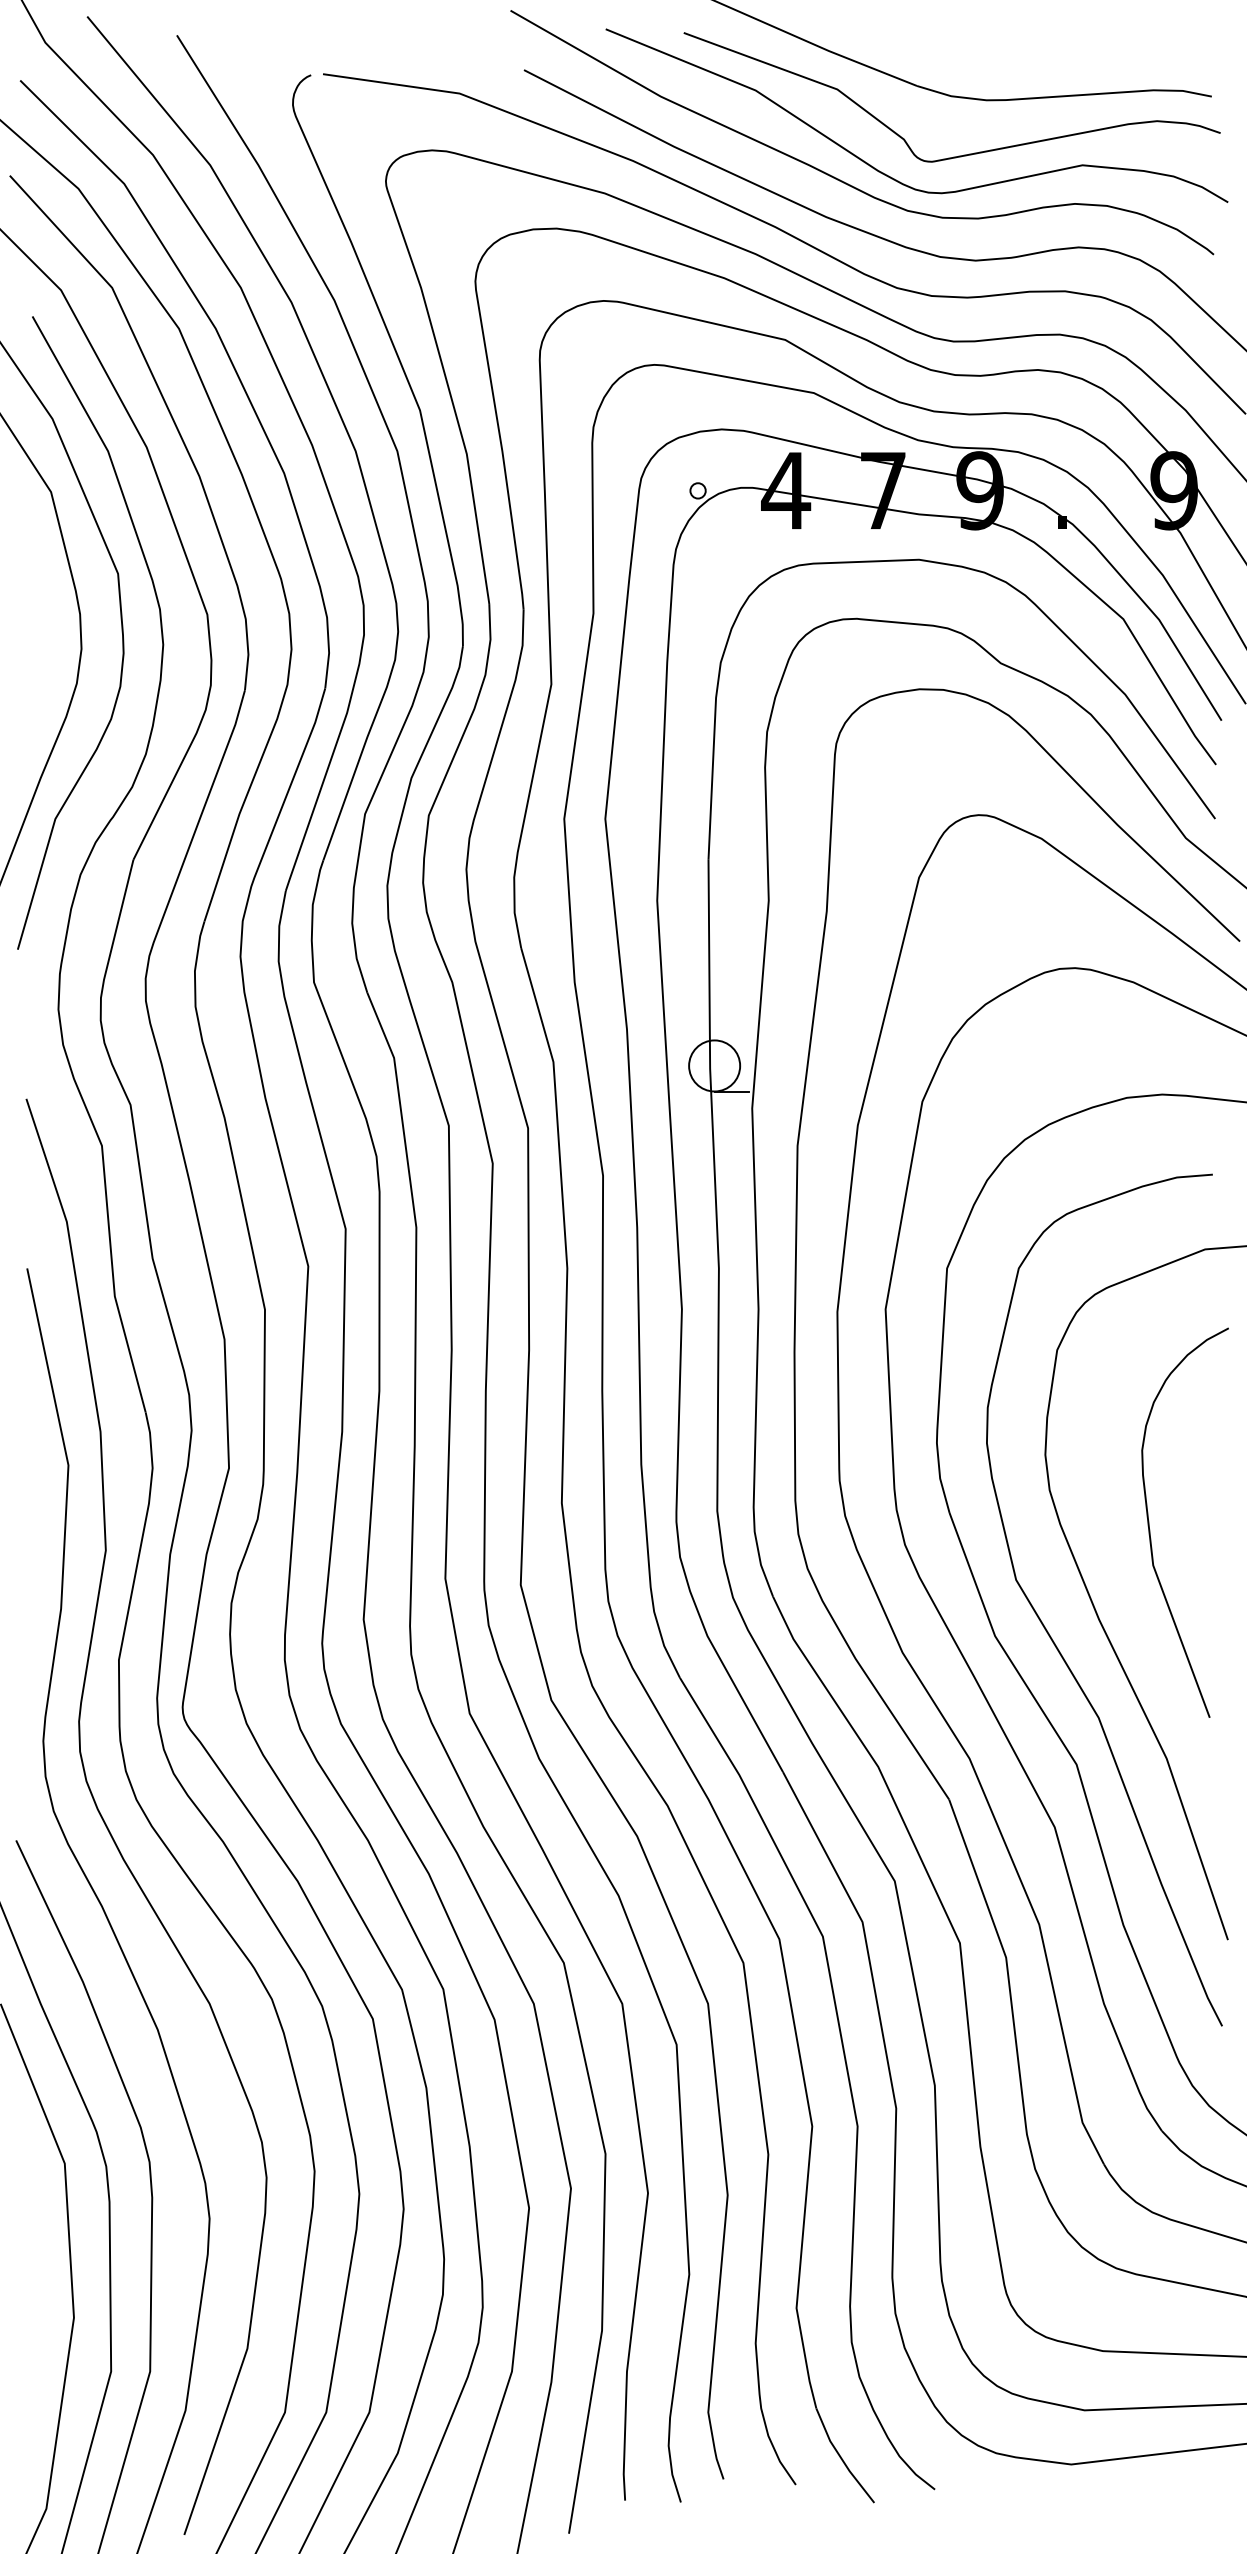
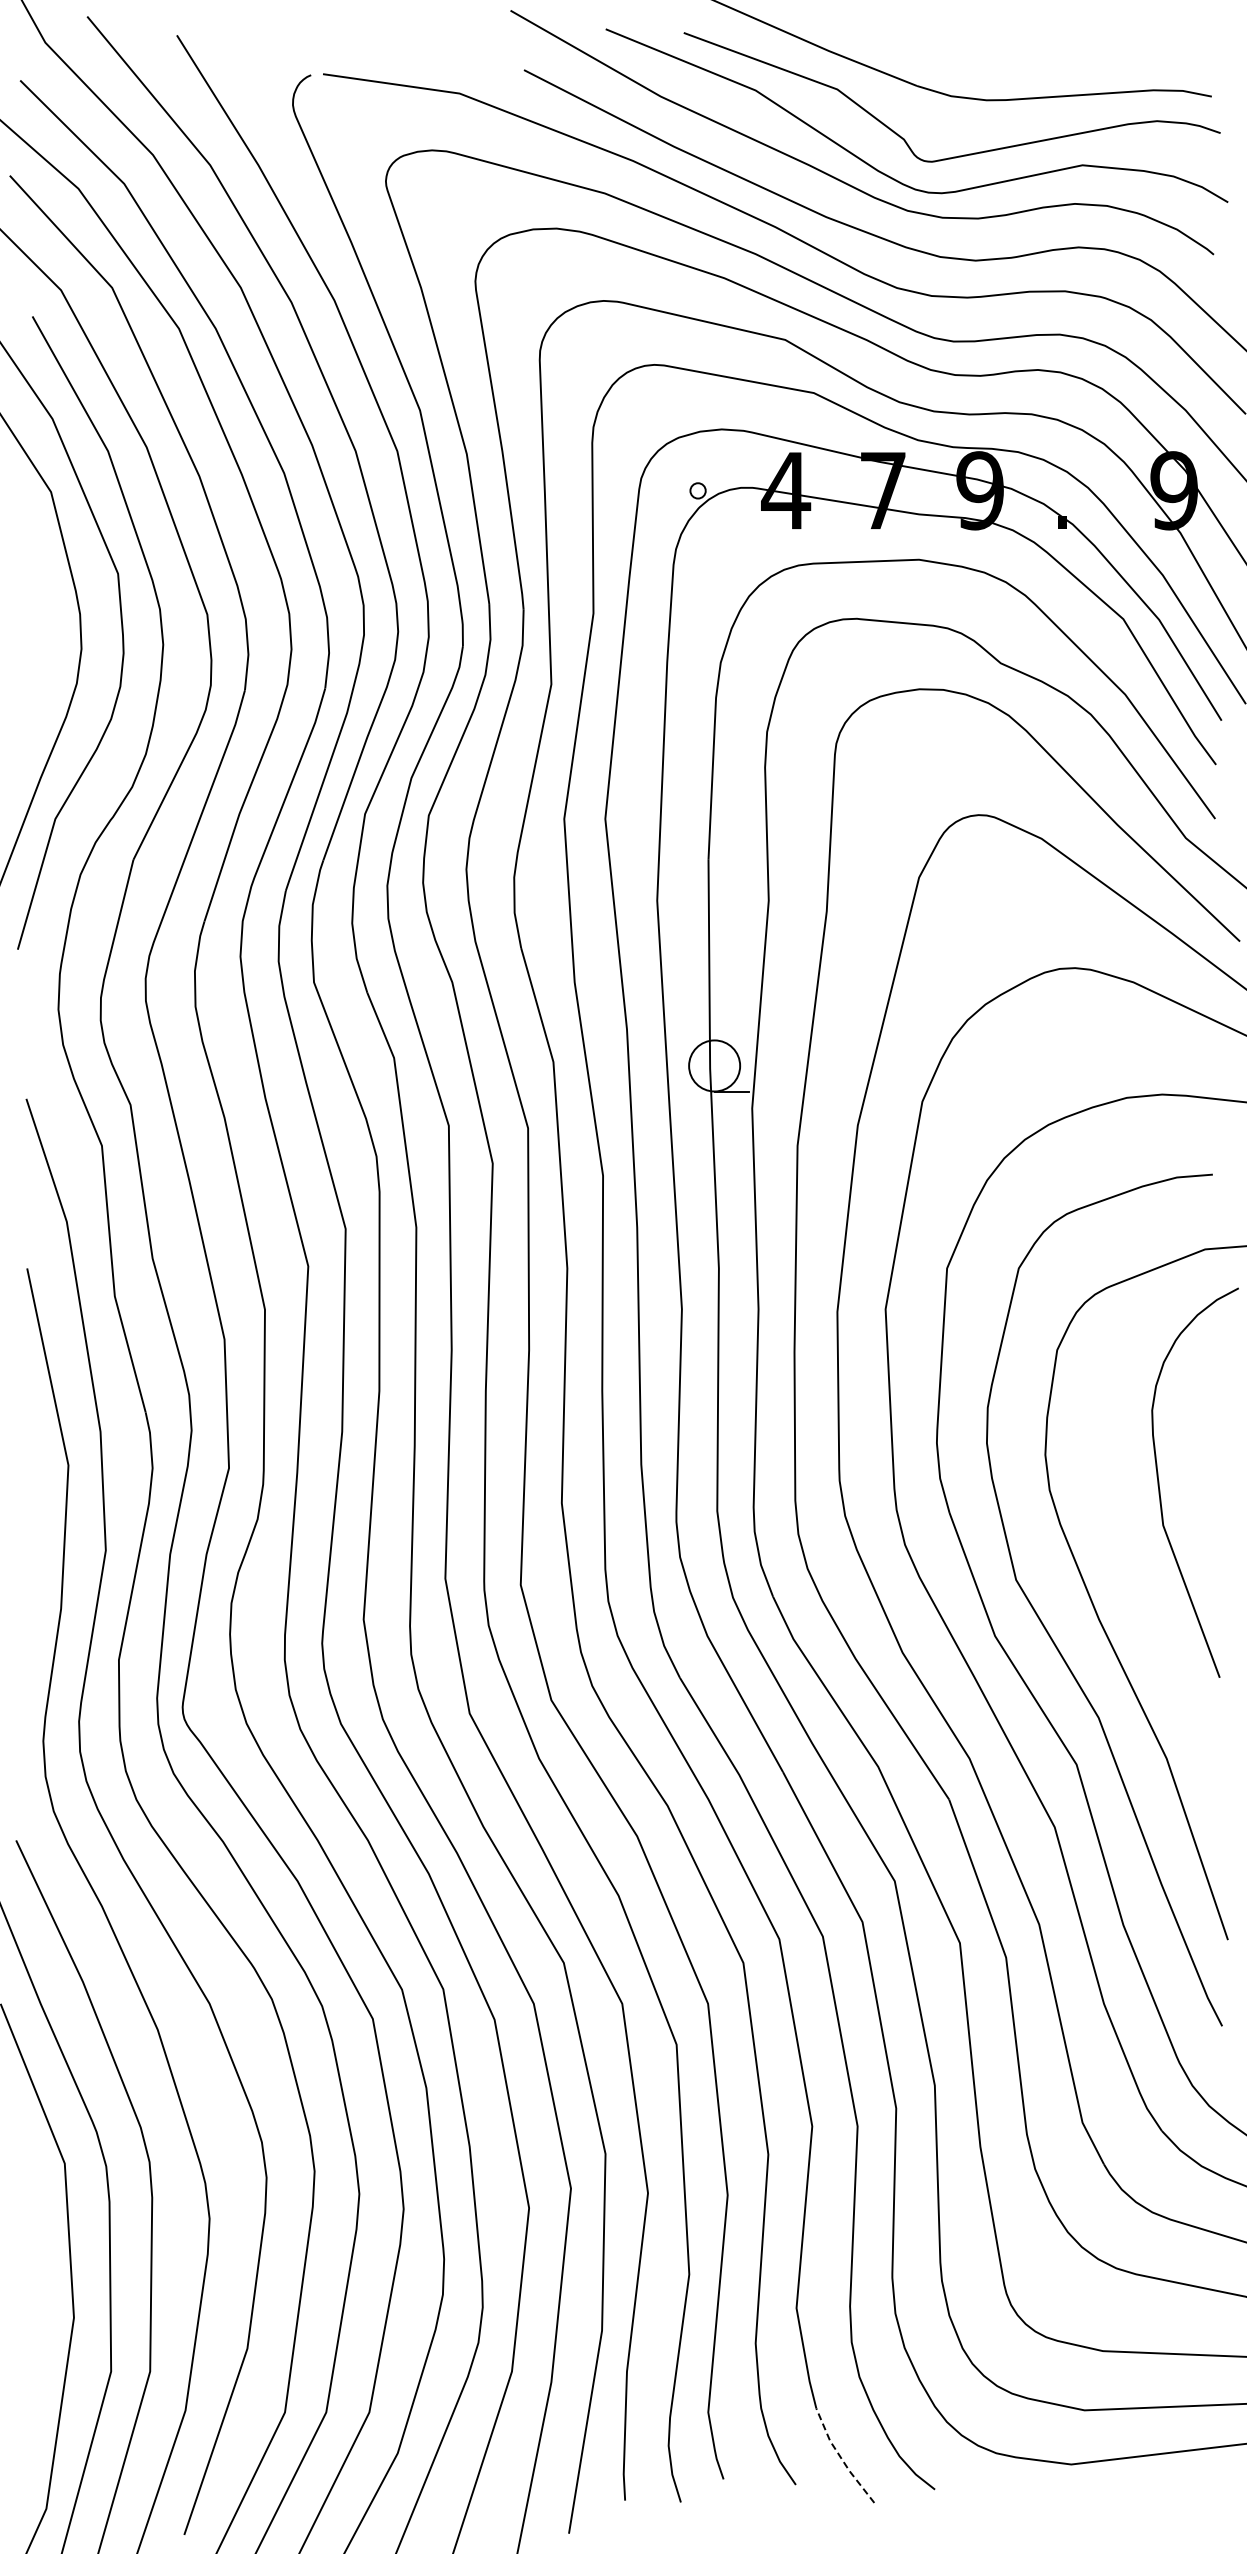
curve at (1150, 1529) position: (1150, 1529) -> (1160, 1489)
line at (841, 2457): solid -> dashed
